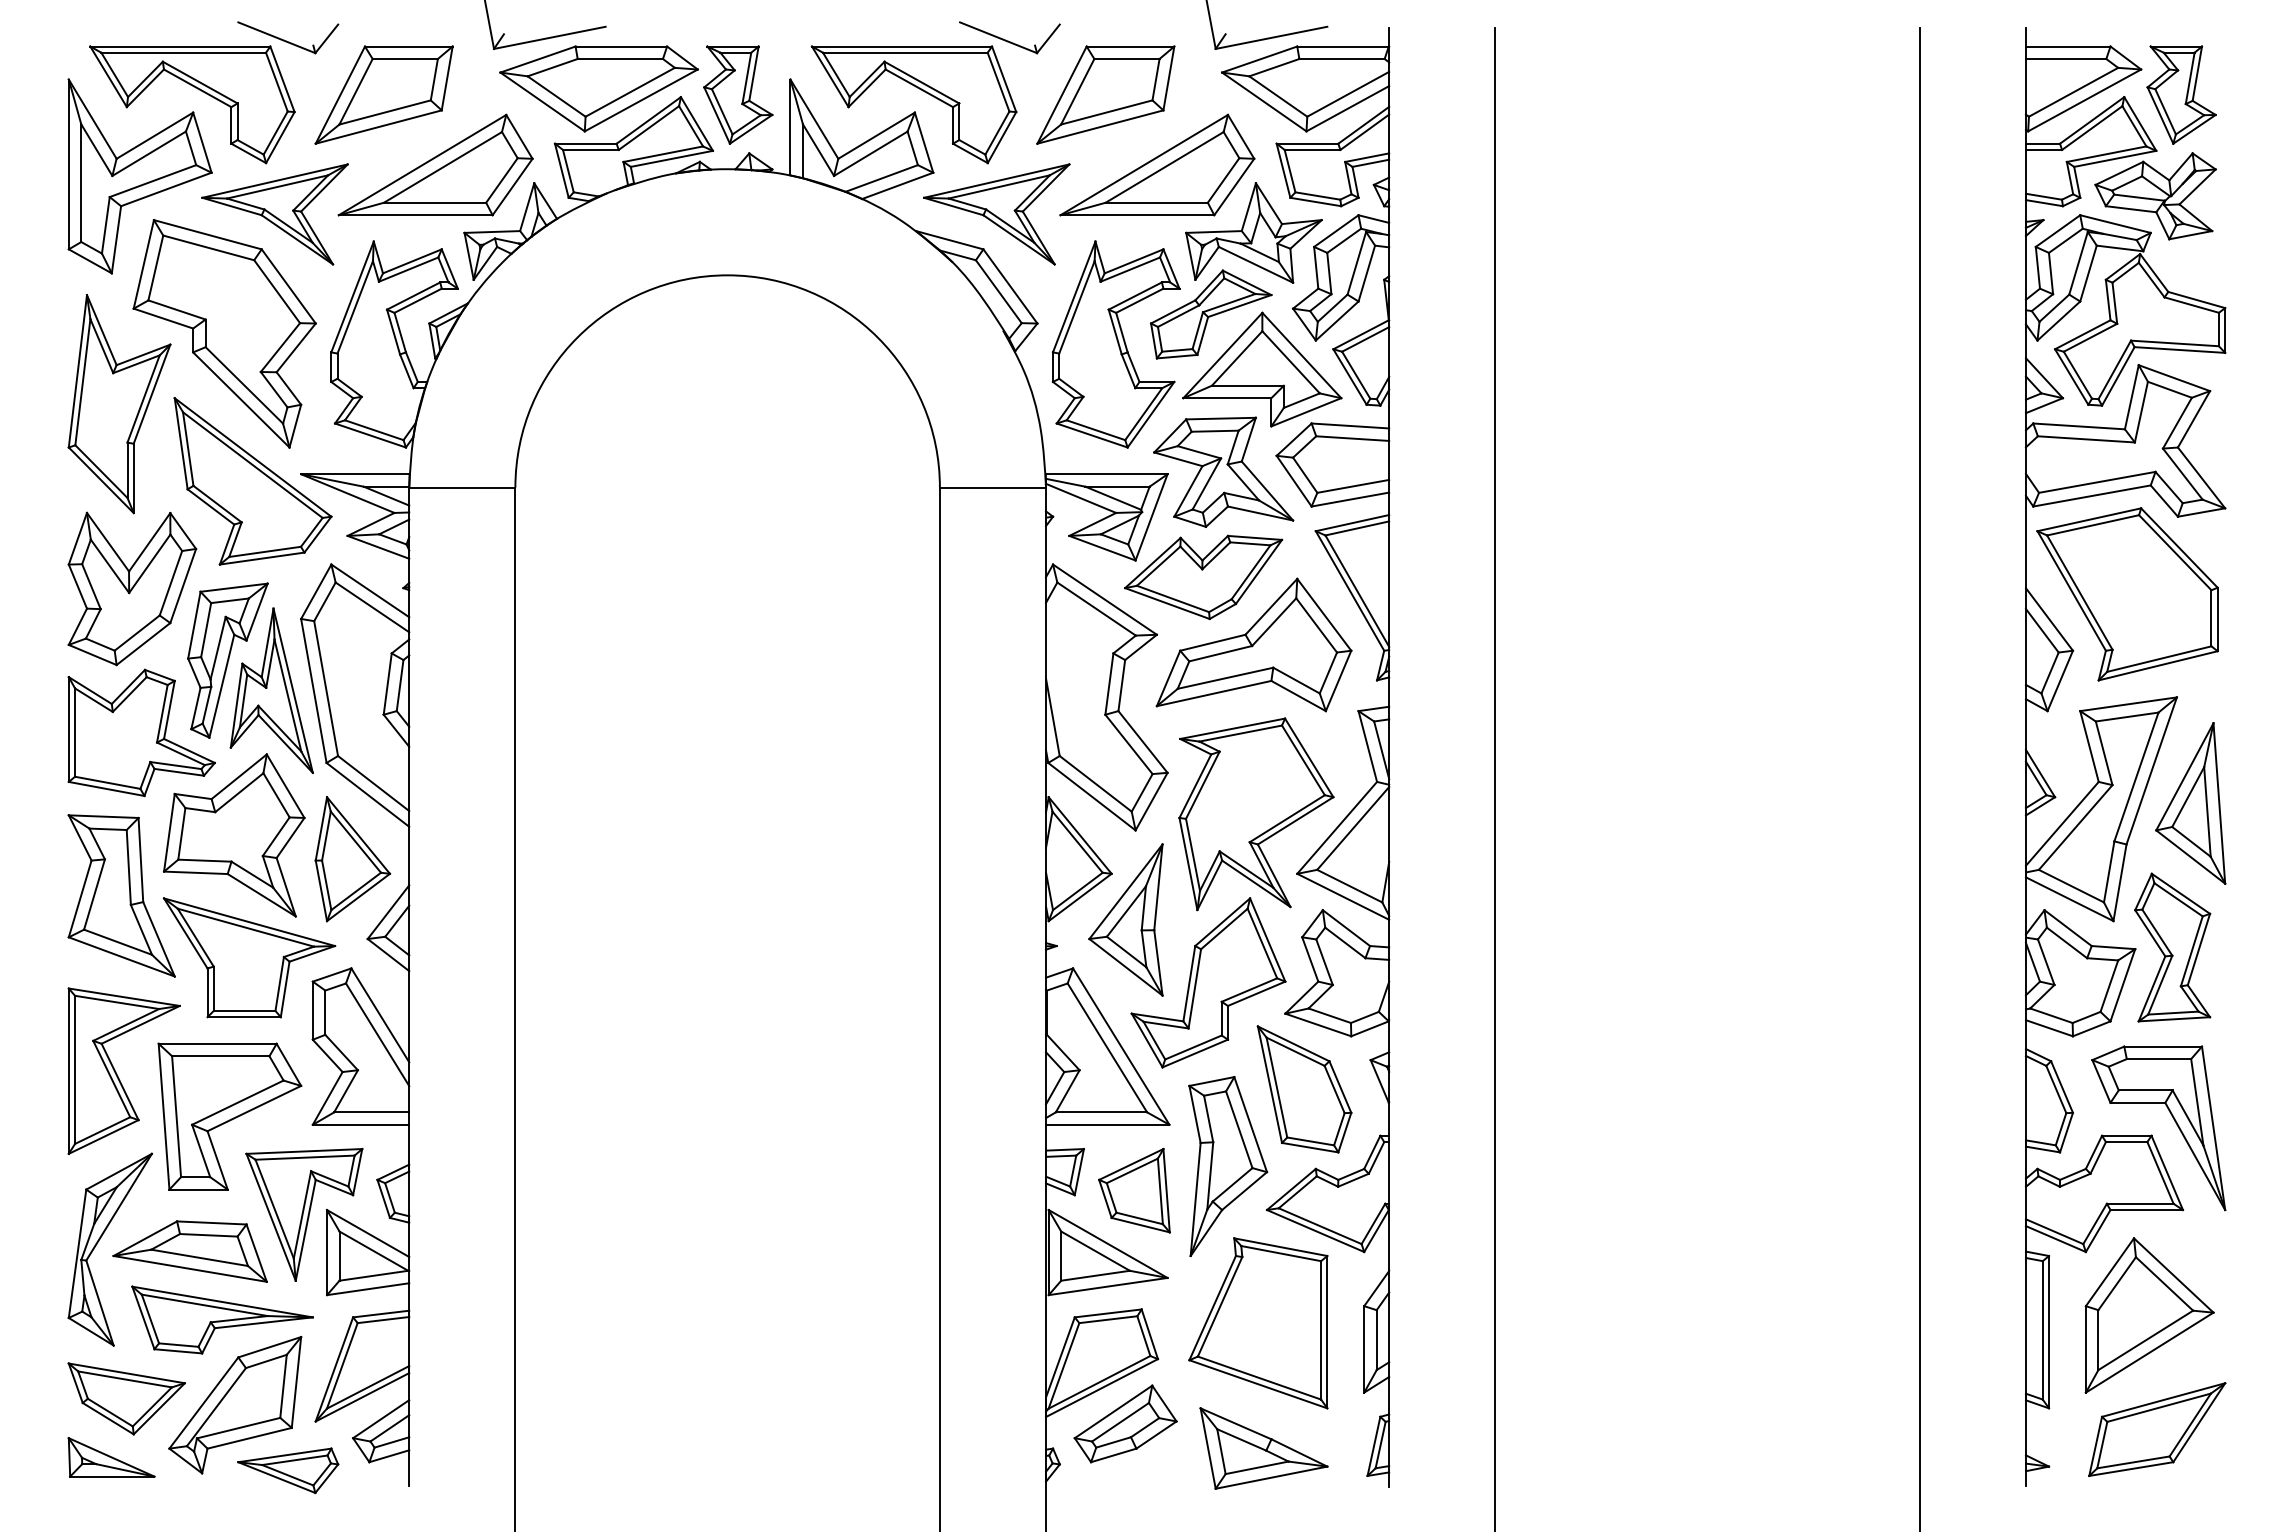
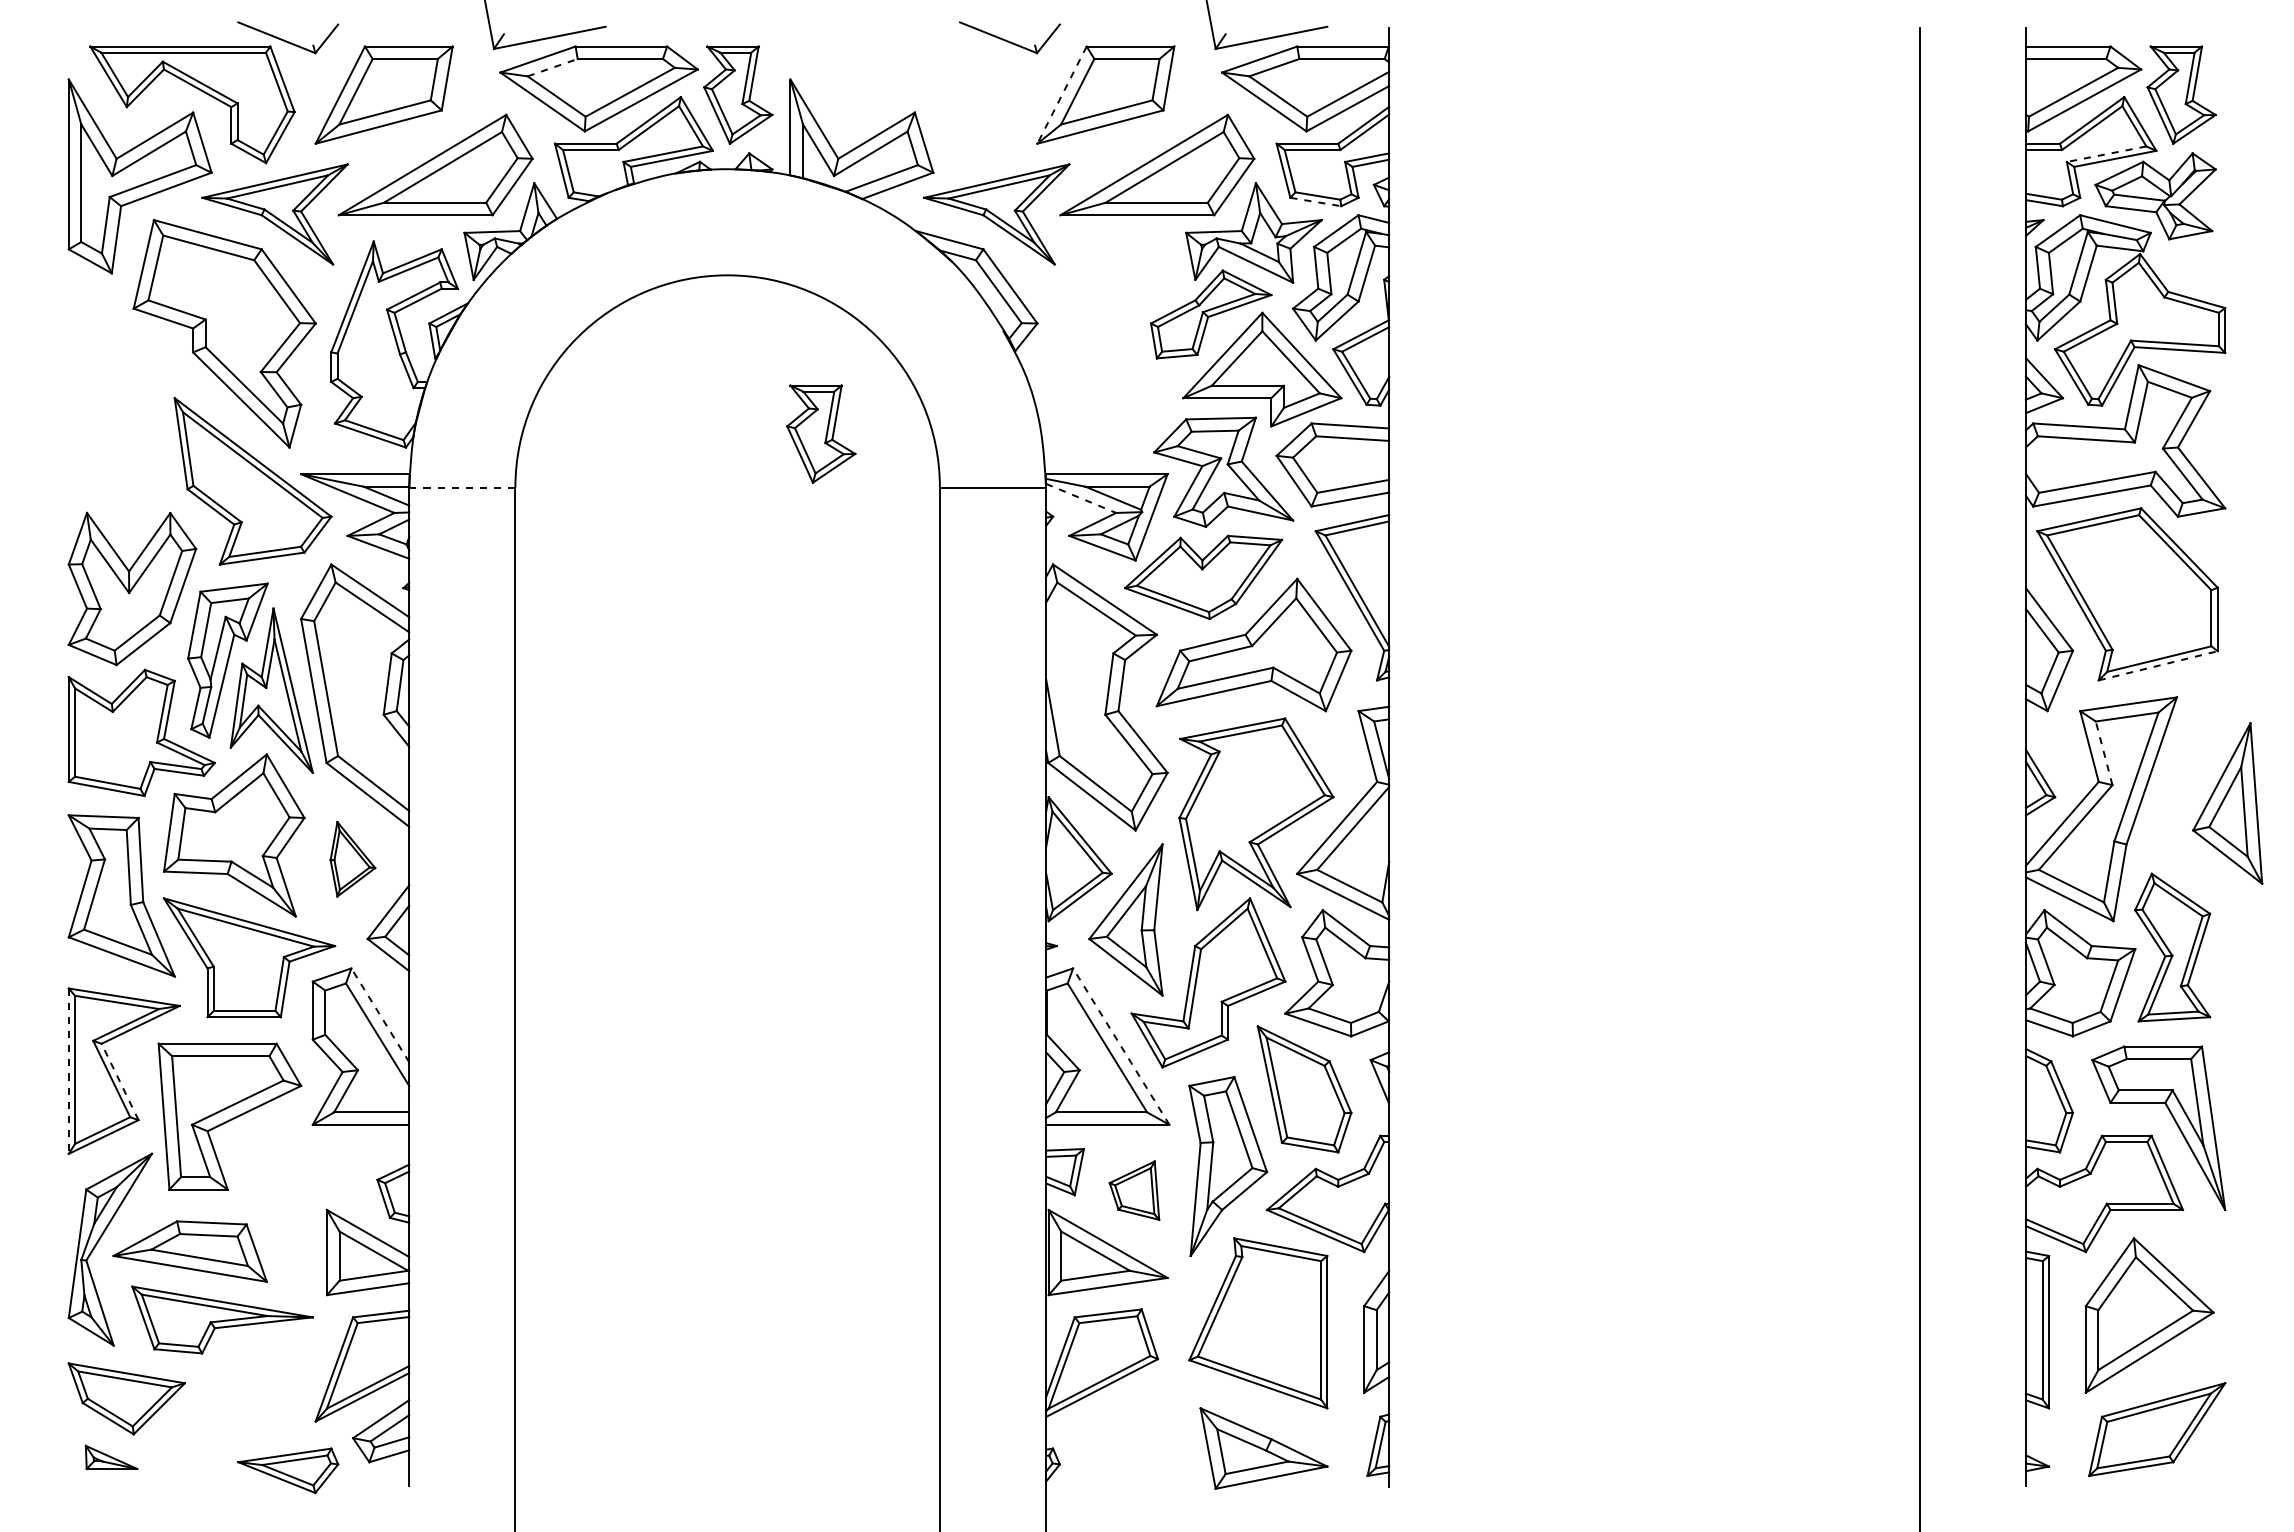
line at (553, 67): solid -> dashed
part at (922, 91): present -> none
line at (1061, 95): solid -> dashed
line at (2106, 154): solid -> dashed
line at (1315, 202): solid -> dashed
part at (1115, 344): present -> none
part at (119, 404): present -> none
part at (821, 433): none -> present
line at (462, 487): solid -> dashed
line at (1081, 498): solid -> dashed
line at (2158, 665): solid -> dashed
line at (2104, 753): solid -> dashed
line at (1495, 777): present -> none
part at (2190, 803) position: (2190, 803) -> (2227, 803)
part at (352, 859) size: 78x127 px -> 48x77 px
line at (380, 1014): solid -> dashed
line at (1121, 1046): solid -> dashed
line at (68, 1071): solid -> dashed
line at (119, 1081): solid -> dashed
part at (1134, 1190) size: 73x87 px -> 53x61 px
part at (304, 1214): present -> none
part at (235, 1405): present -> none
part at (1125, 1423): present -> none
part at (111, 1457) size: 89x41 px -> 55x26 px
